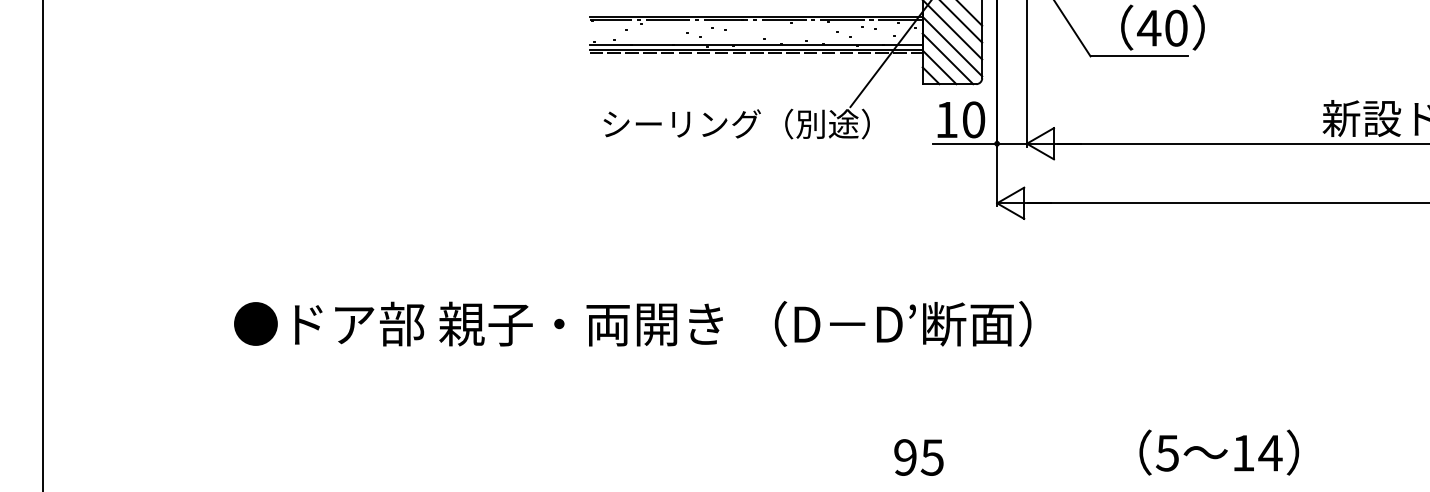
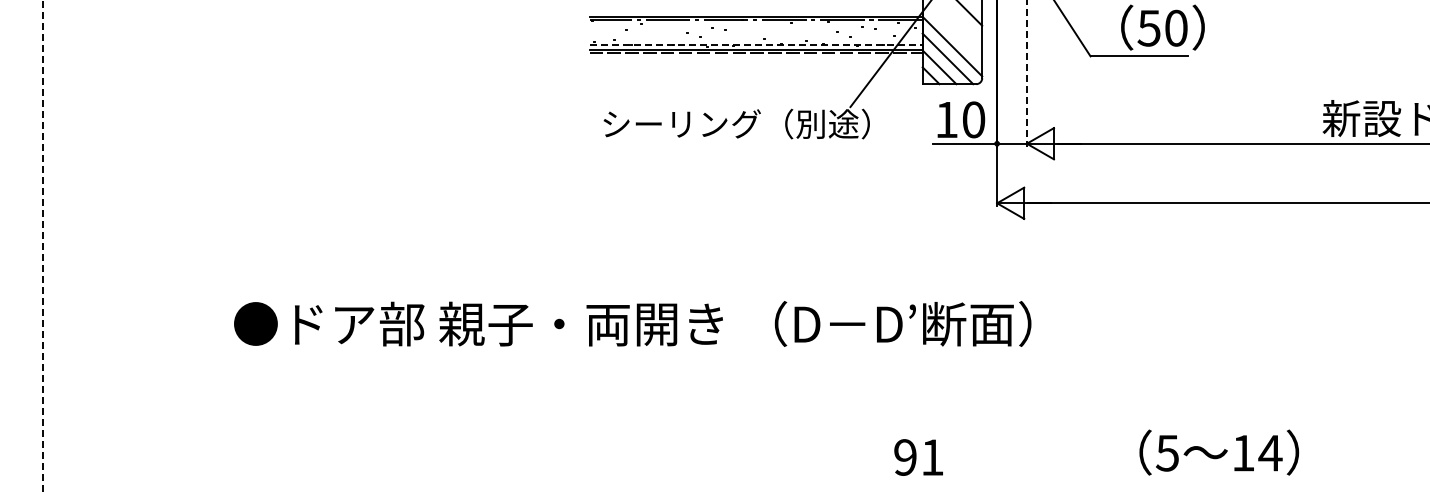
line at (961, 22): present -> none
text at (1149, 28): 40 -> 50
line at (953, 30): present -> none
line at (756, 45): solid -> dashed
line at (1026, 73): solid -> dashed
line at (42, 246): solid -> dashed
text at (931, 457): 95 -> 91
